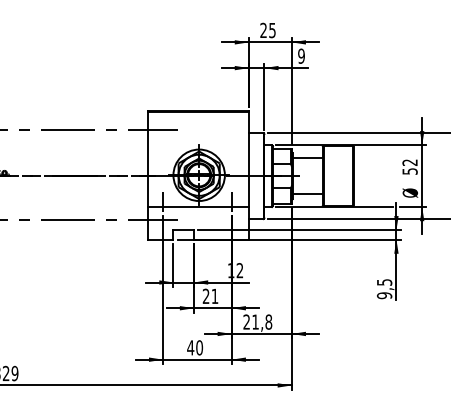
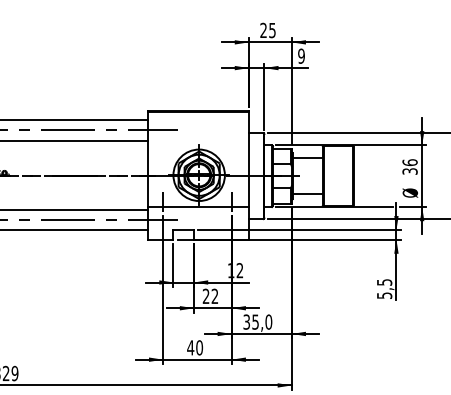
line at (74, 120): none -> present
line at (74, 140): none -> present
text at (409, 166): 52 -> 36
line at (74, 209): none -> present
line at (74, 230): none -> present
text at (214, 295): 21 -> 22
text at (384, 295): 9,5 -> 5,5
text at (257, 321): 21,8 -> 35,0
